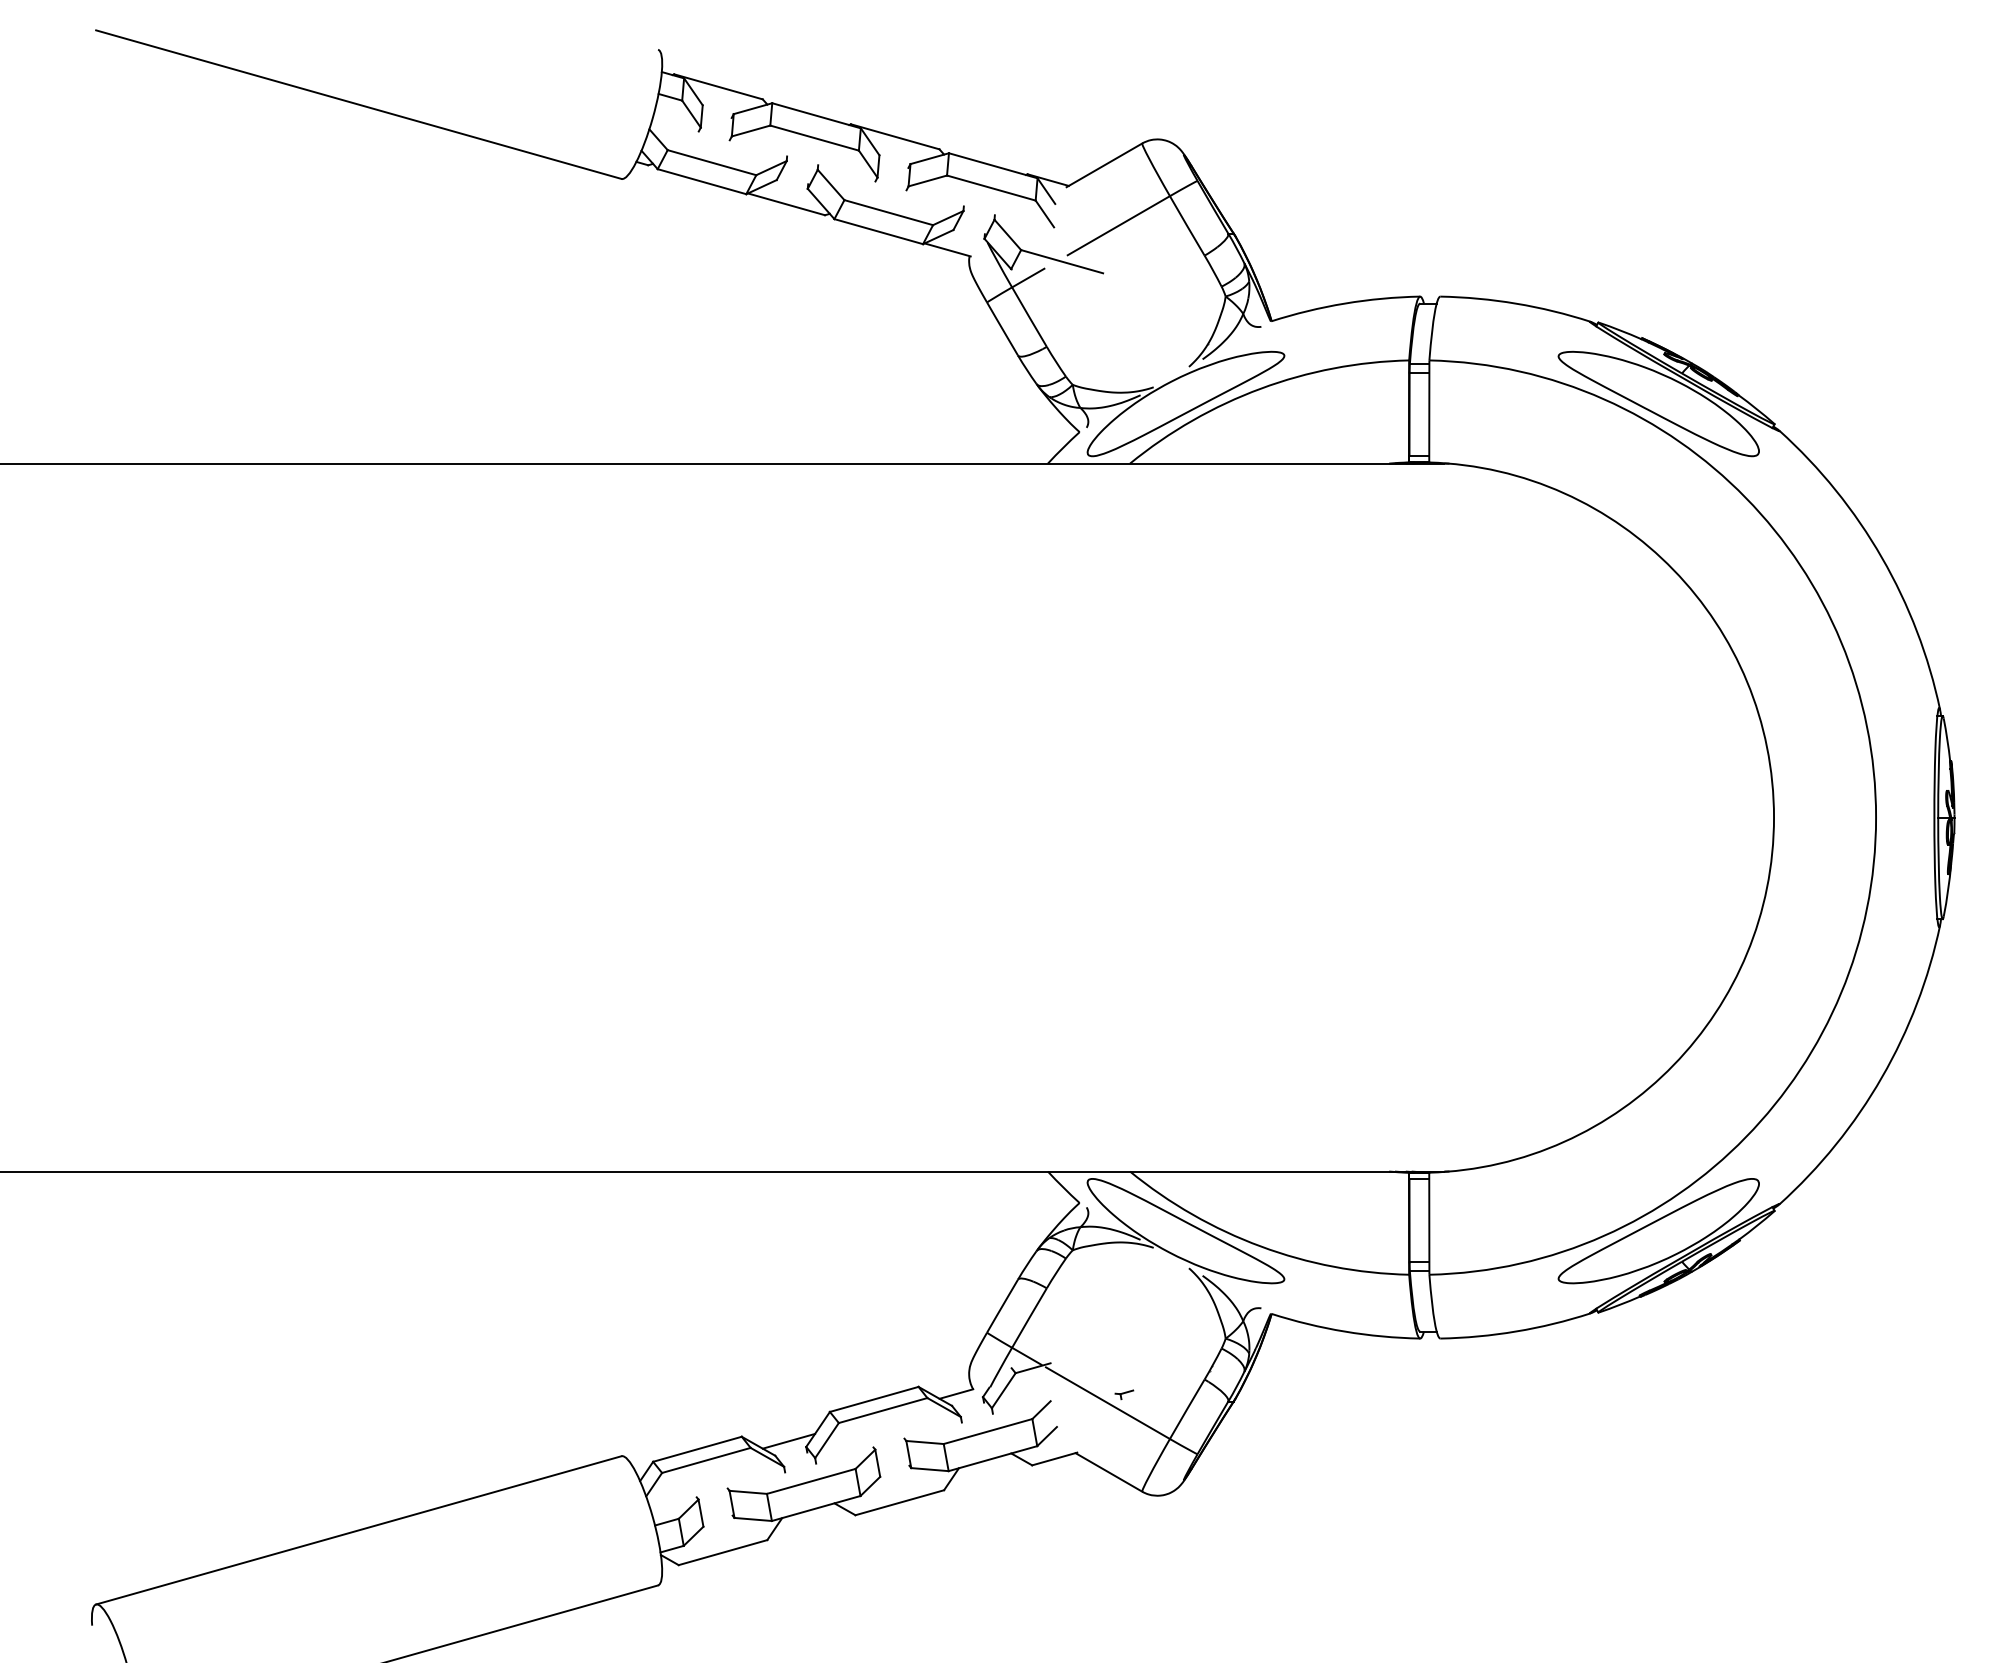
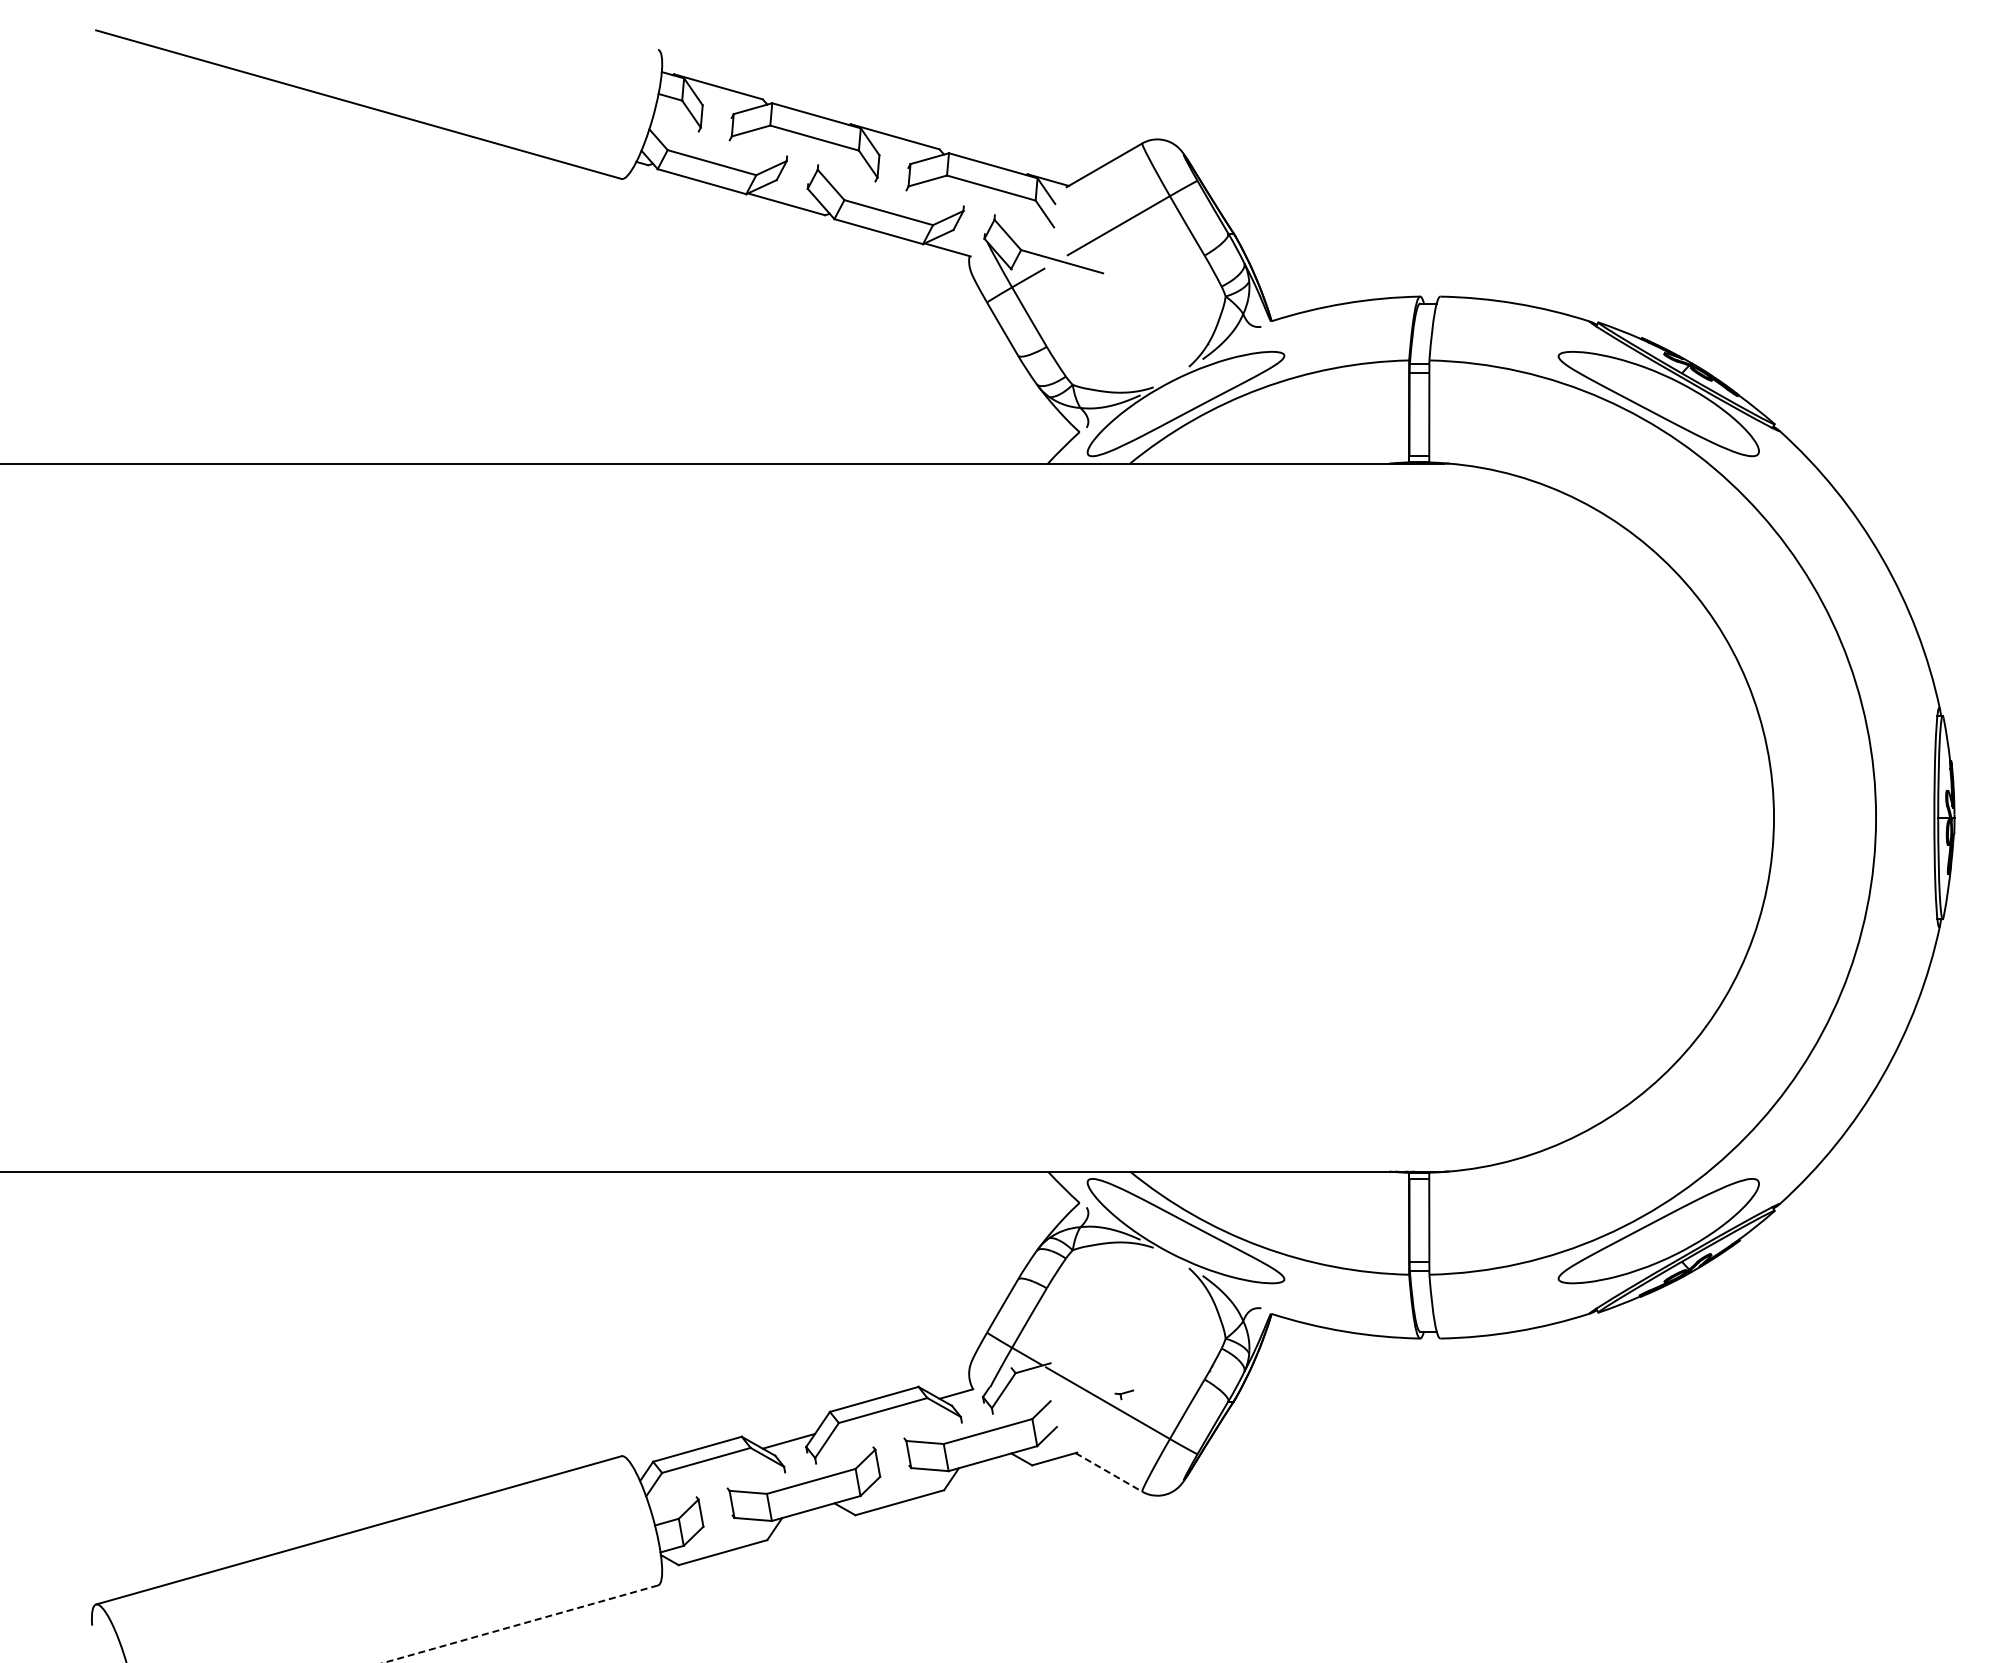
line at (1109, 1472): solid -> dashed
line at (520, 1624): solid -> dashed
